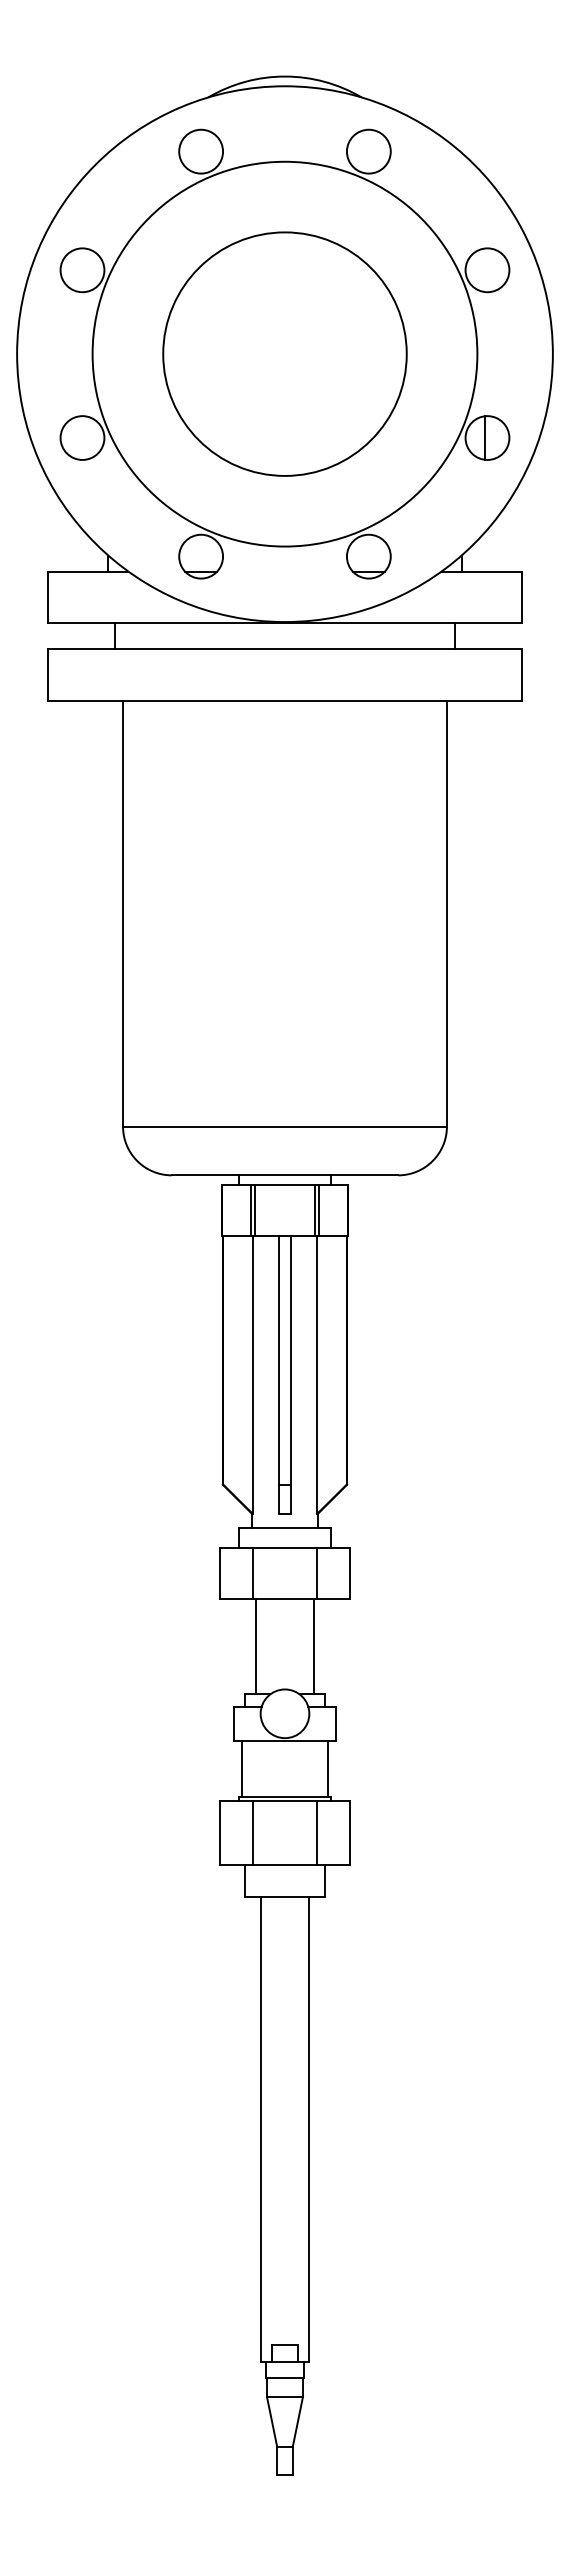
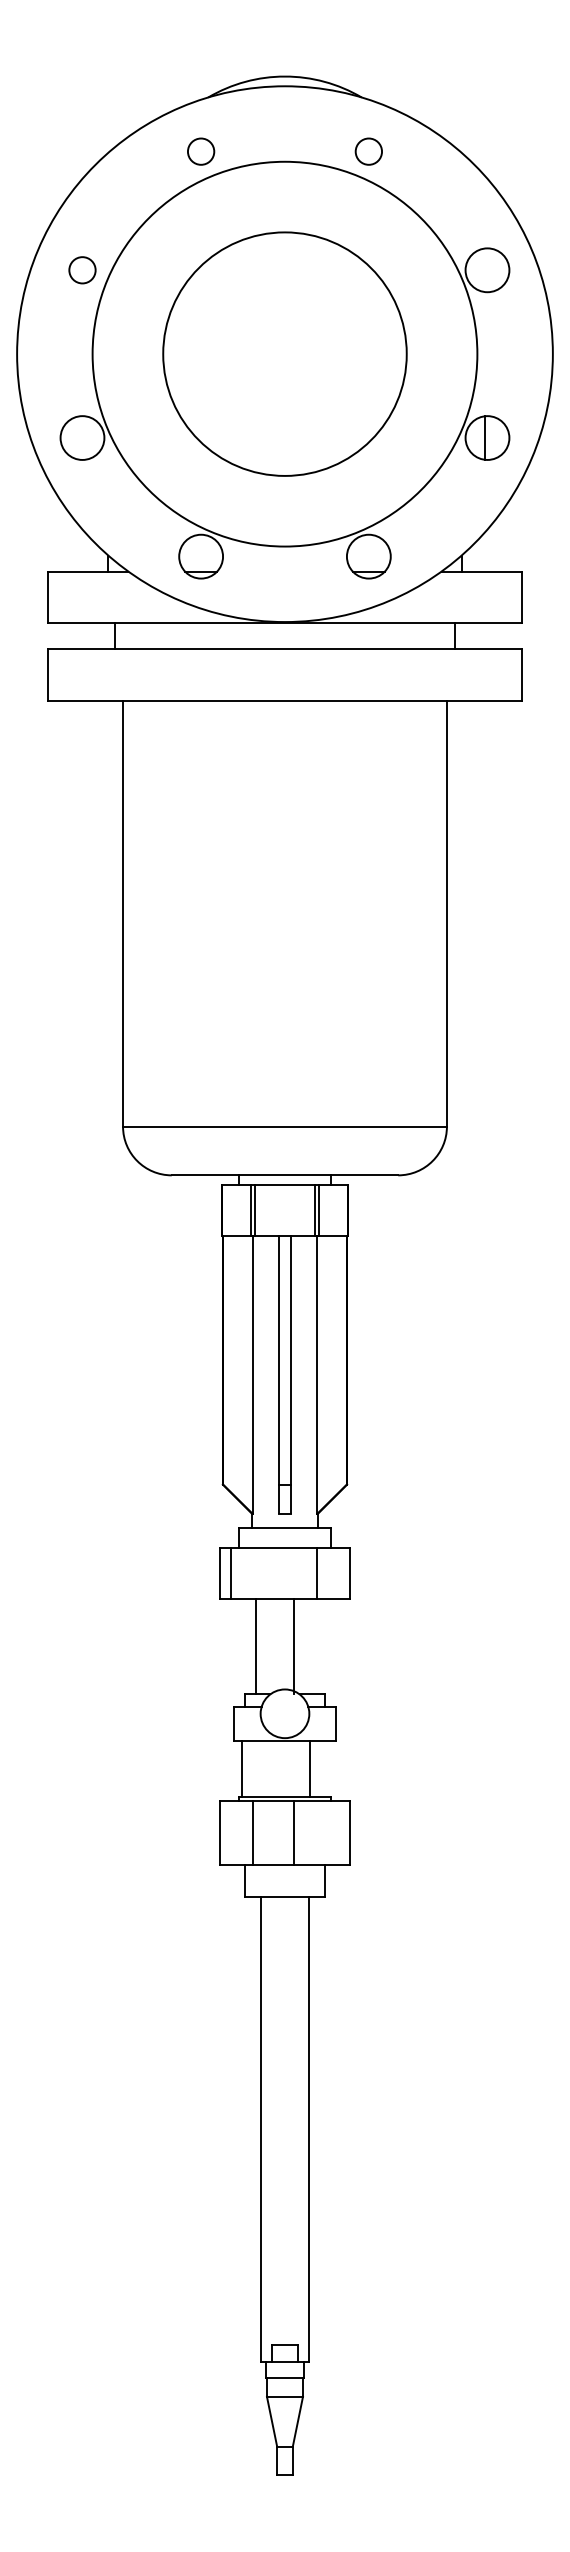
circle at (201, 151) diameter: 44 px -> 26 px
circle at (368, 151) diameter: 44 px -> 26 px
circle at (82, 270) diameter: 44 px -> 26 px
line at (252, 1573) position: (252, 1573) -> (230, 1573)
line at (314, 1646) position: (314, 1646) -> (294, 1646)
line at (328, 1768) position: (328, 1768) -> (310, 1768)
line at (317, 1832) position: (317, 1832) -> (294, 1832)
